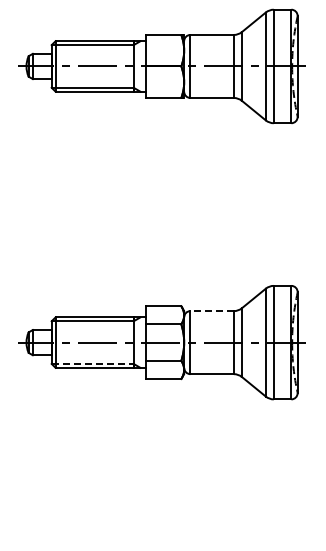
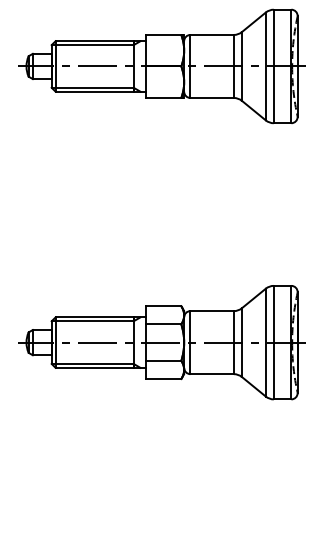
line at (212, 311): dashed -> solid
line at (92, 363): dashed -> solid
